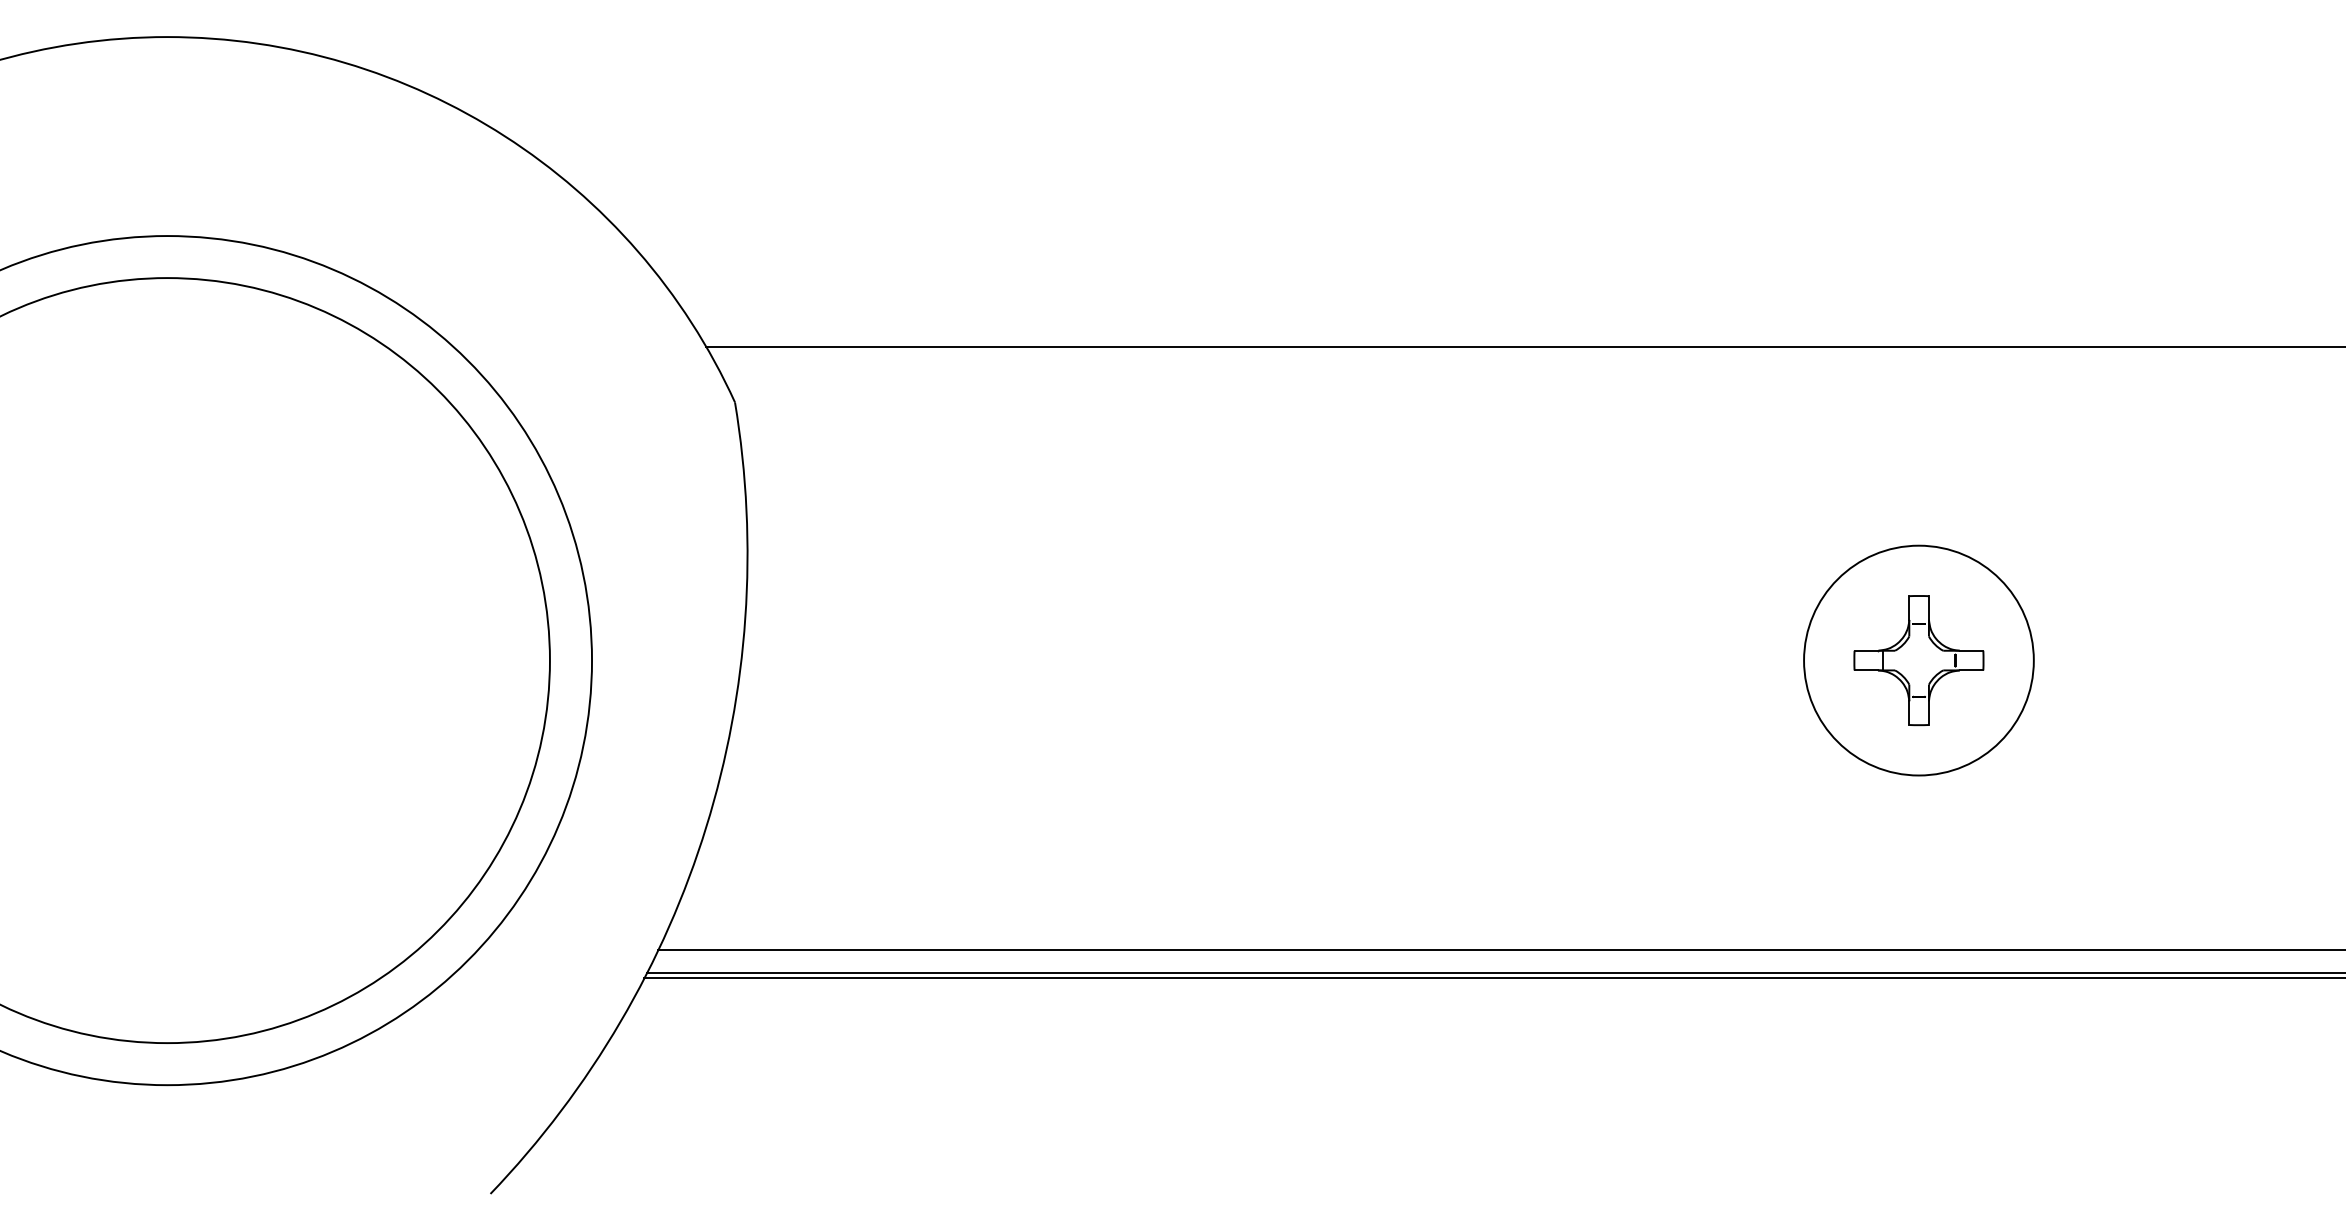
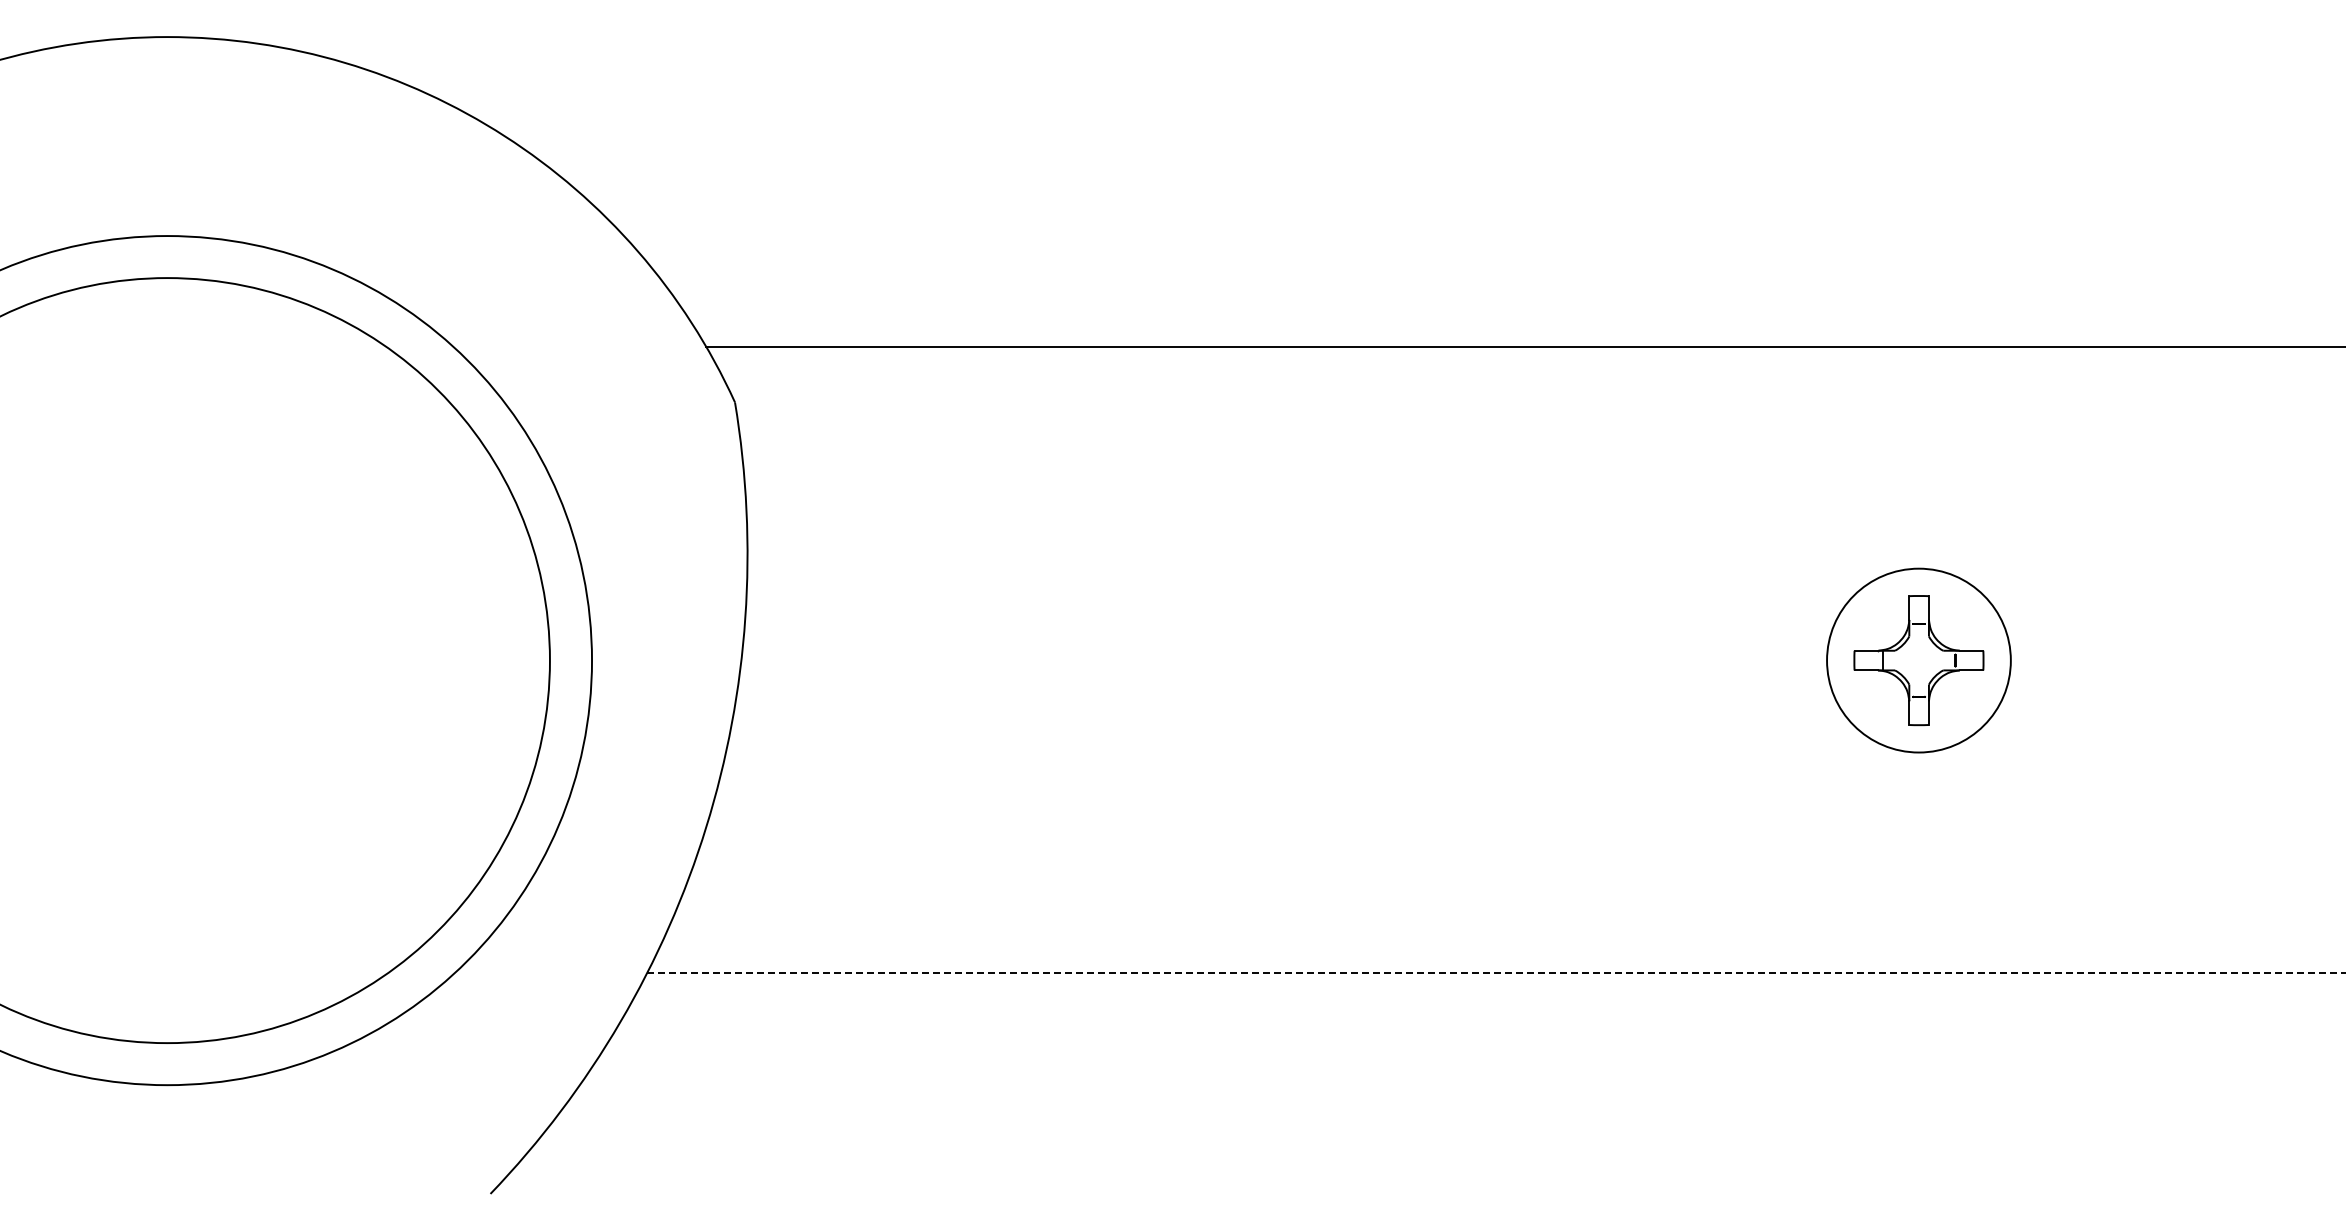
circle at (1918, 660) diameter: 230 px -> 184 px
line at (1500, 950): present -> none
line at (1497, 972): solid -> dashed
line at (1493, 978): present -> none
